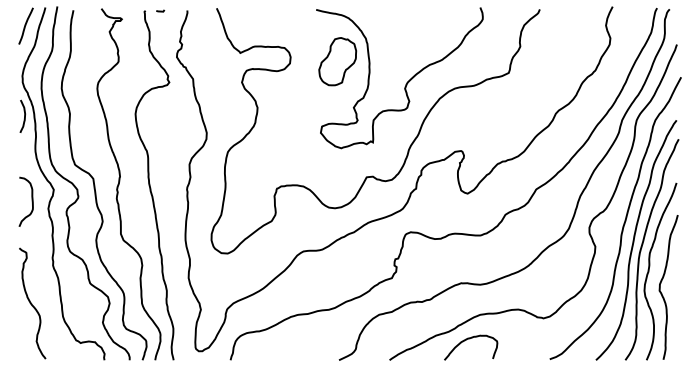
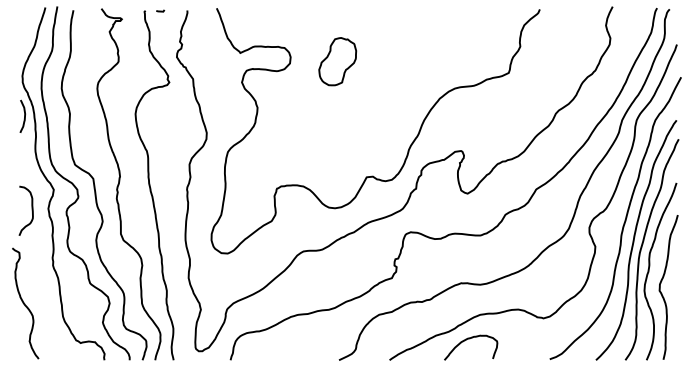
line at (25, 25): present -> none
curve at (406, 82): present -> none
curve at (31, 201) position: (31, 201) -> (31, 210)
curve at (32, 303) position: (32, 303) -> (25, 303)
